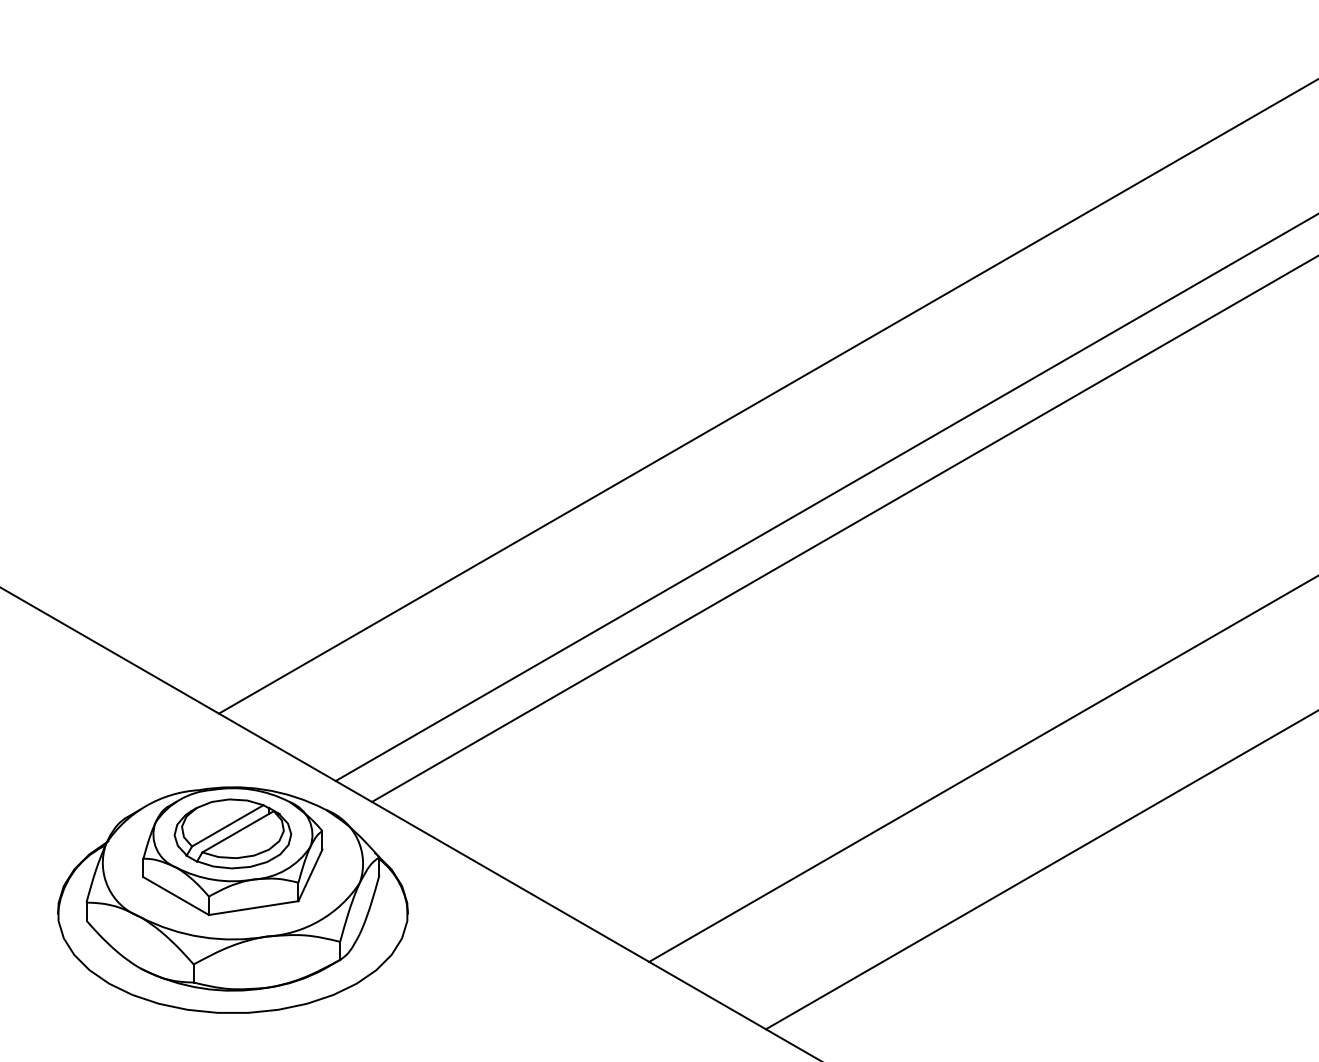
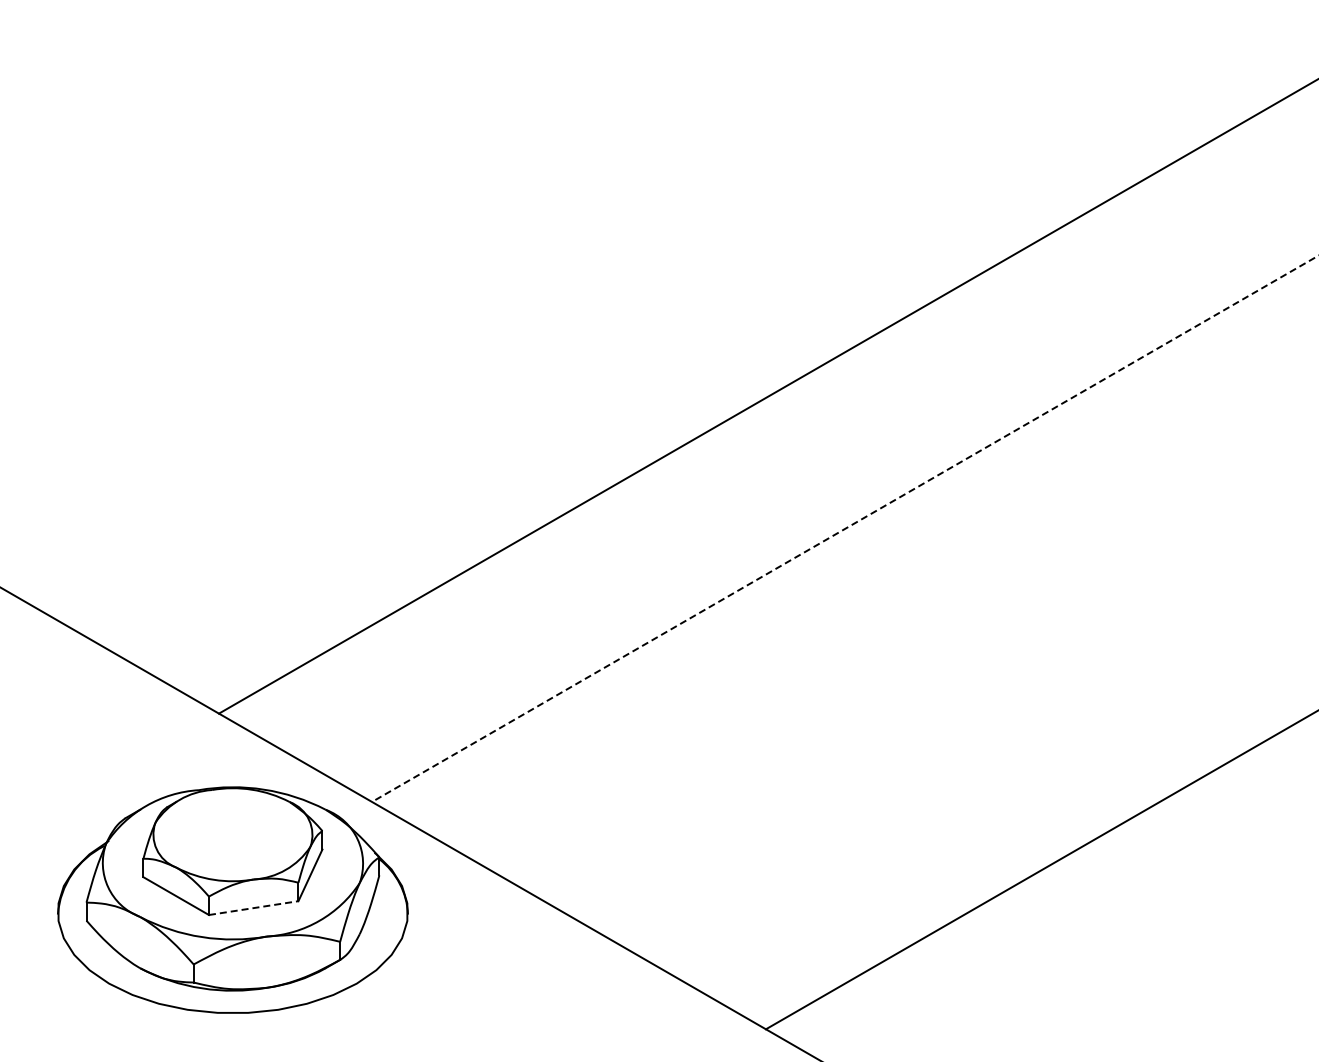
line at (825, 498): present -> none
line at (844, 529): solid -> dashed
line at (982, 769): present -> none
part at (232, 833): present -> none
line at (254, 908): solid -> dashed
